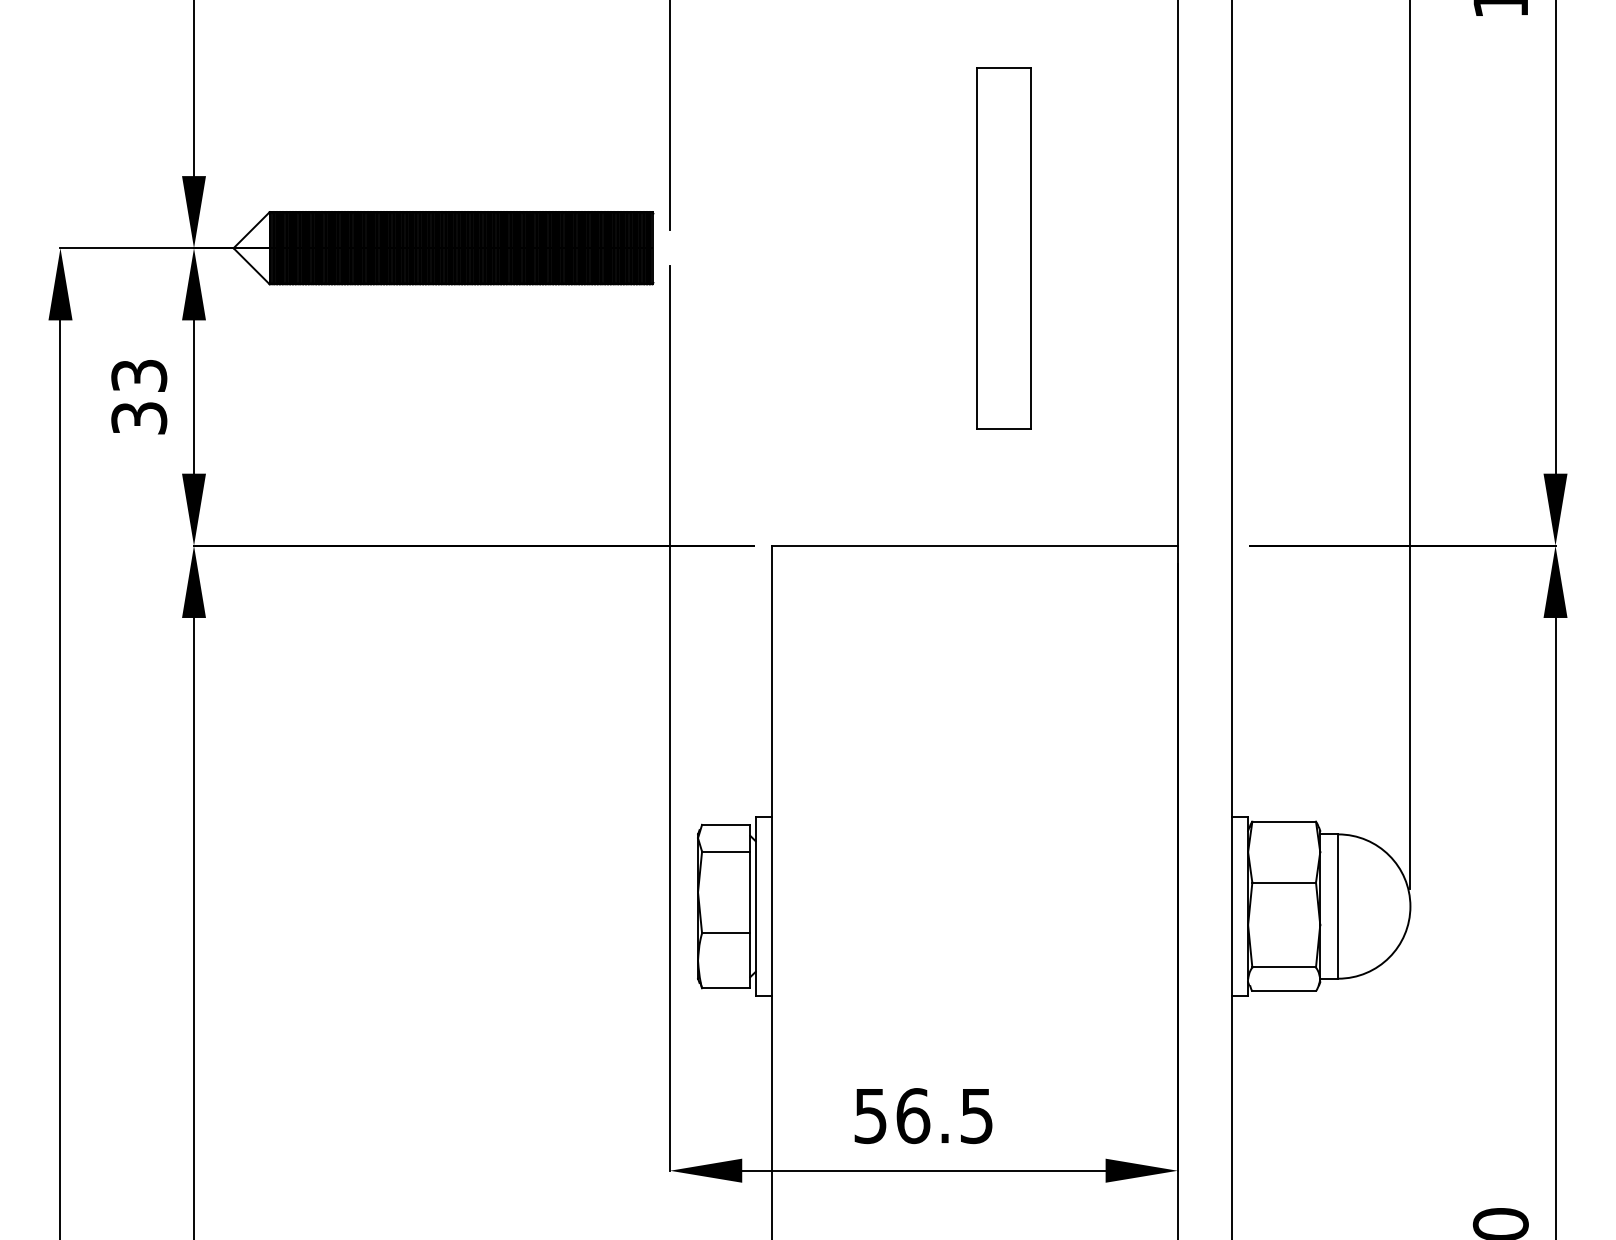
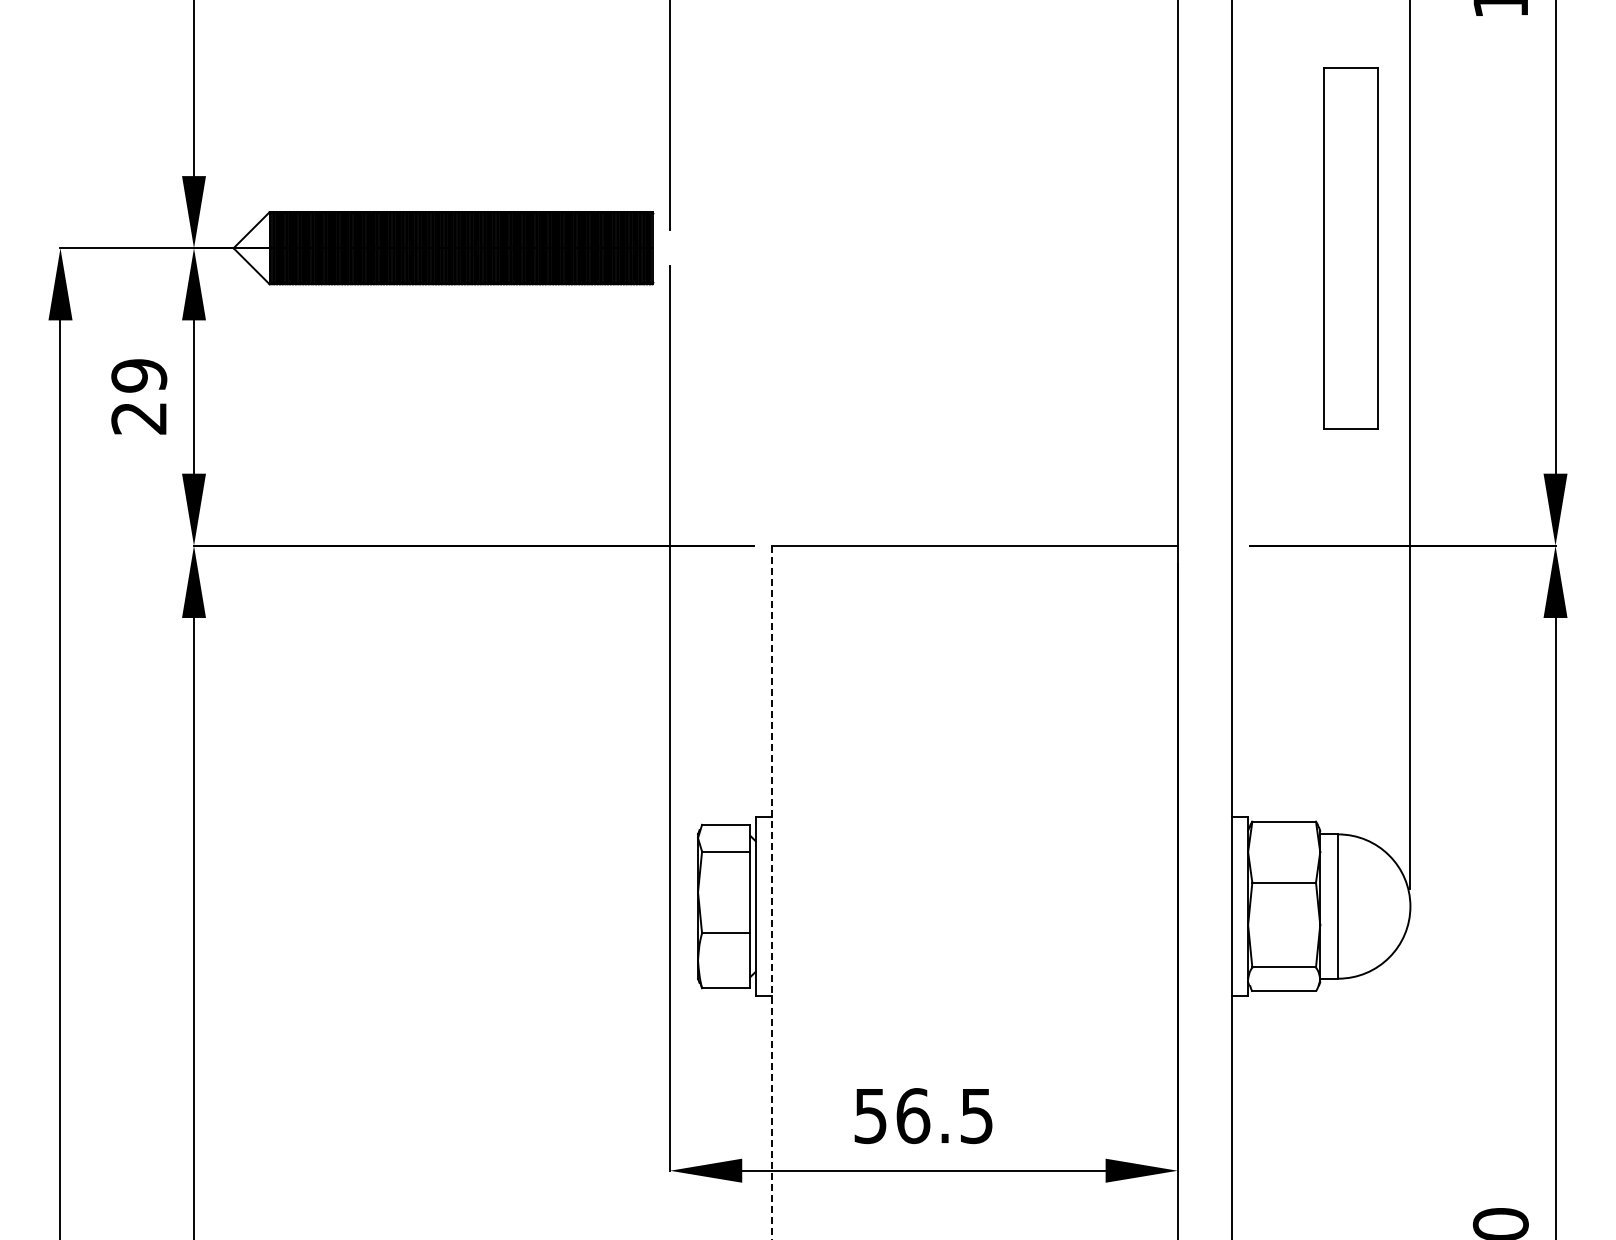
part at (1003, 248) position: (1003, 248) -> (1350, 248)
text at (139, 396): 33 -> 29
line at (771, 892): solid -> dashed
